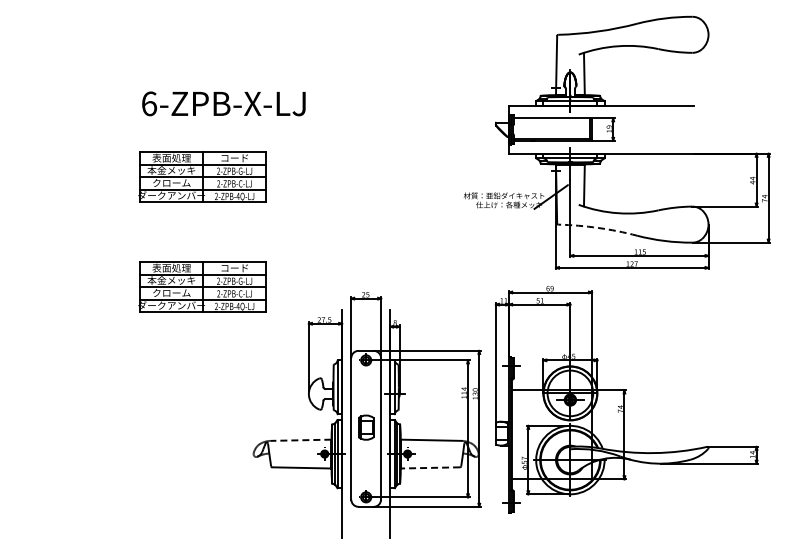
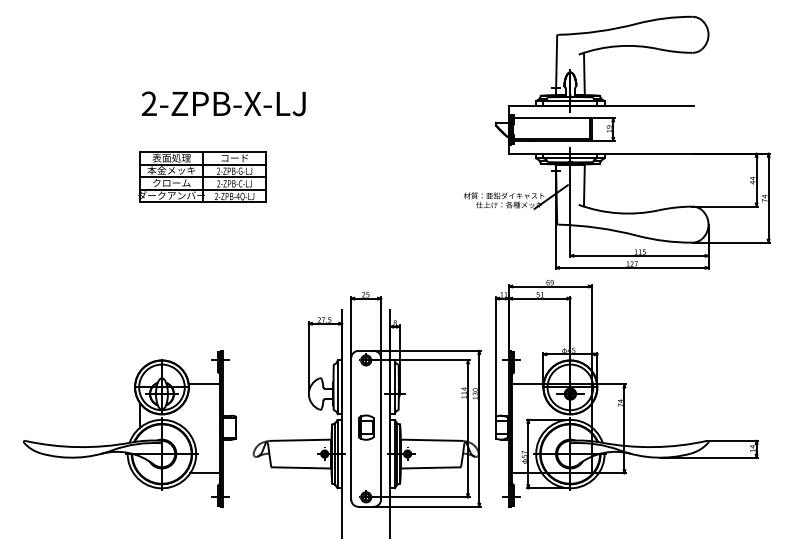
text at (149, 103): 6-ZPB-X-LJ -> 2-ZPB-X-LJ
arc at (598, 227): dashed -> solid
part at (202, 286): present -> none
part at (626, 399) position: (626, 399) -> (626, 393)
part at (130, 428): none -> present
line at (300, 440): dashed -> solid
line at (430, 467): dashed -> solid
